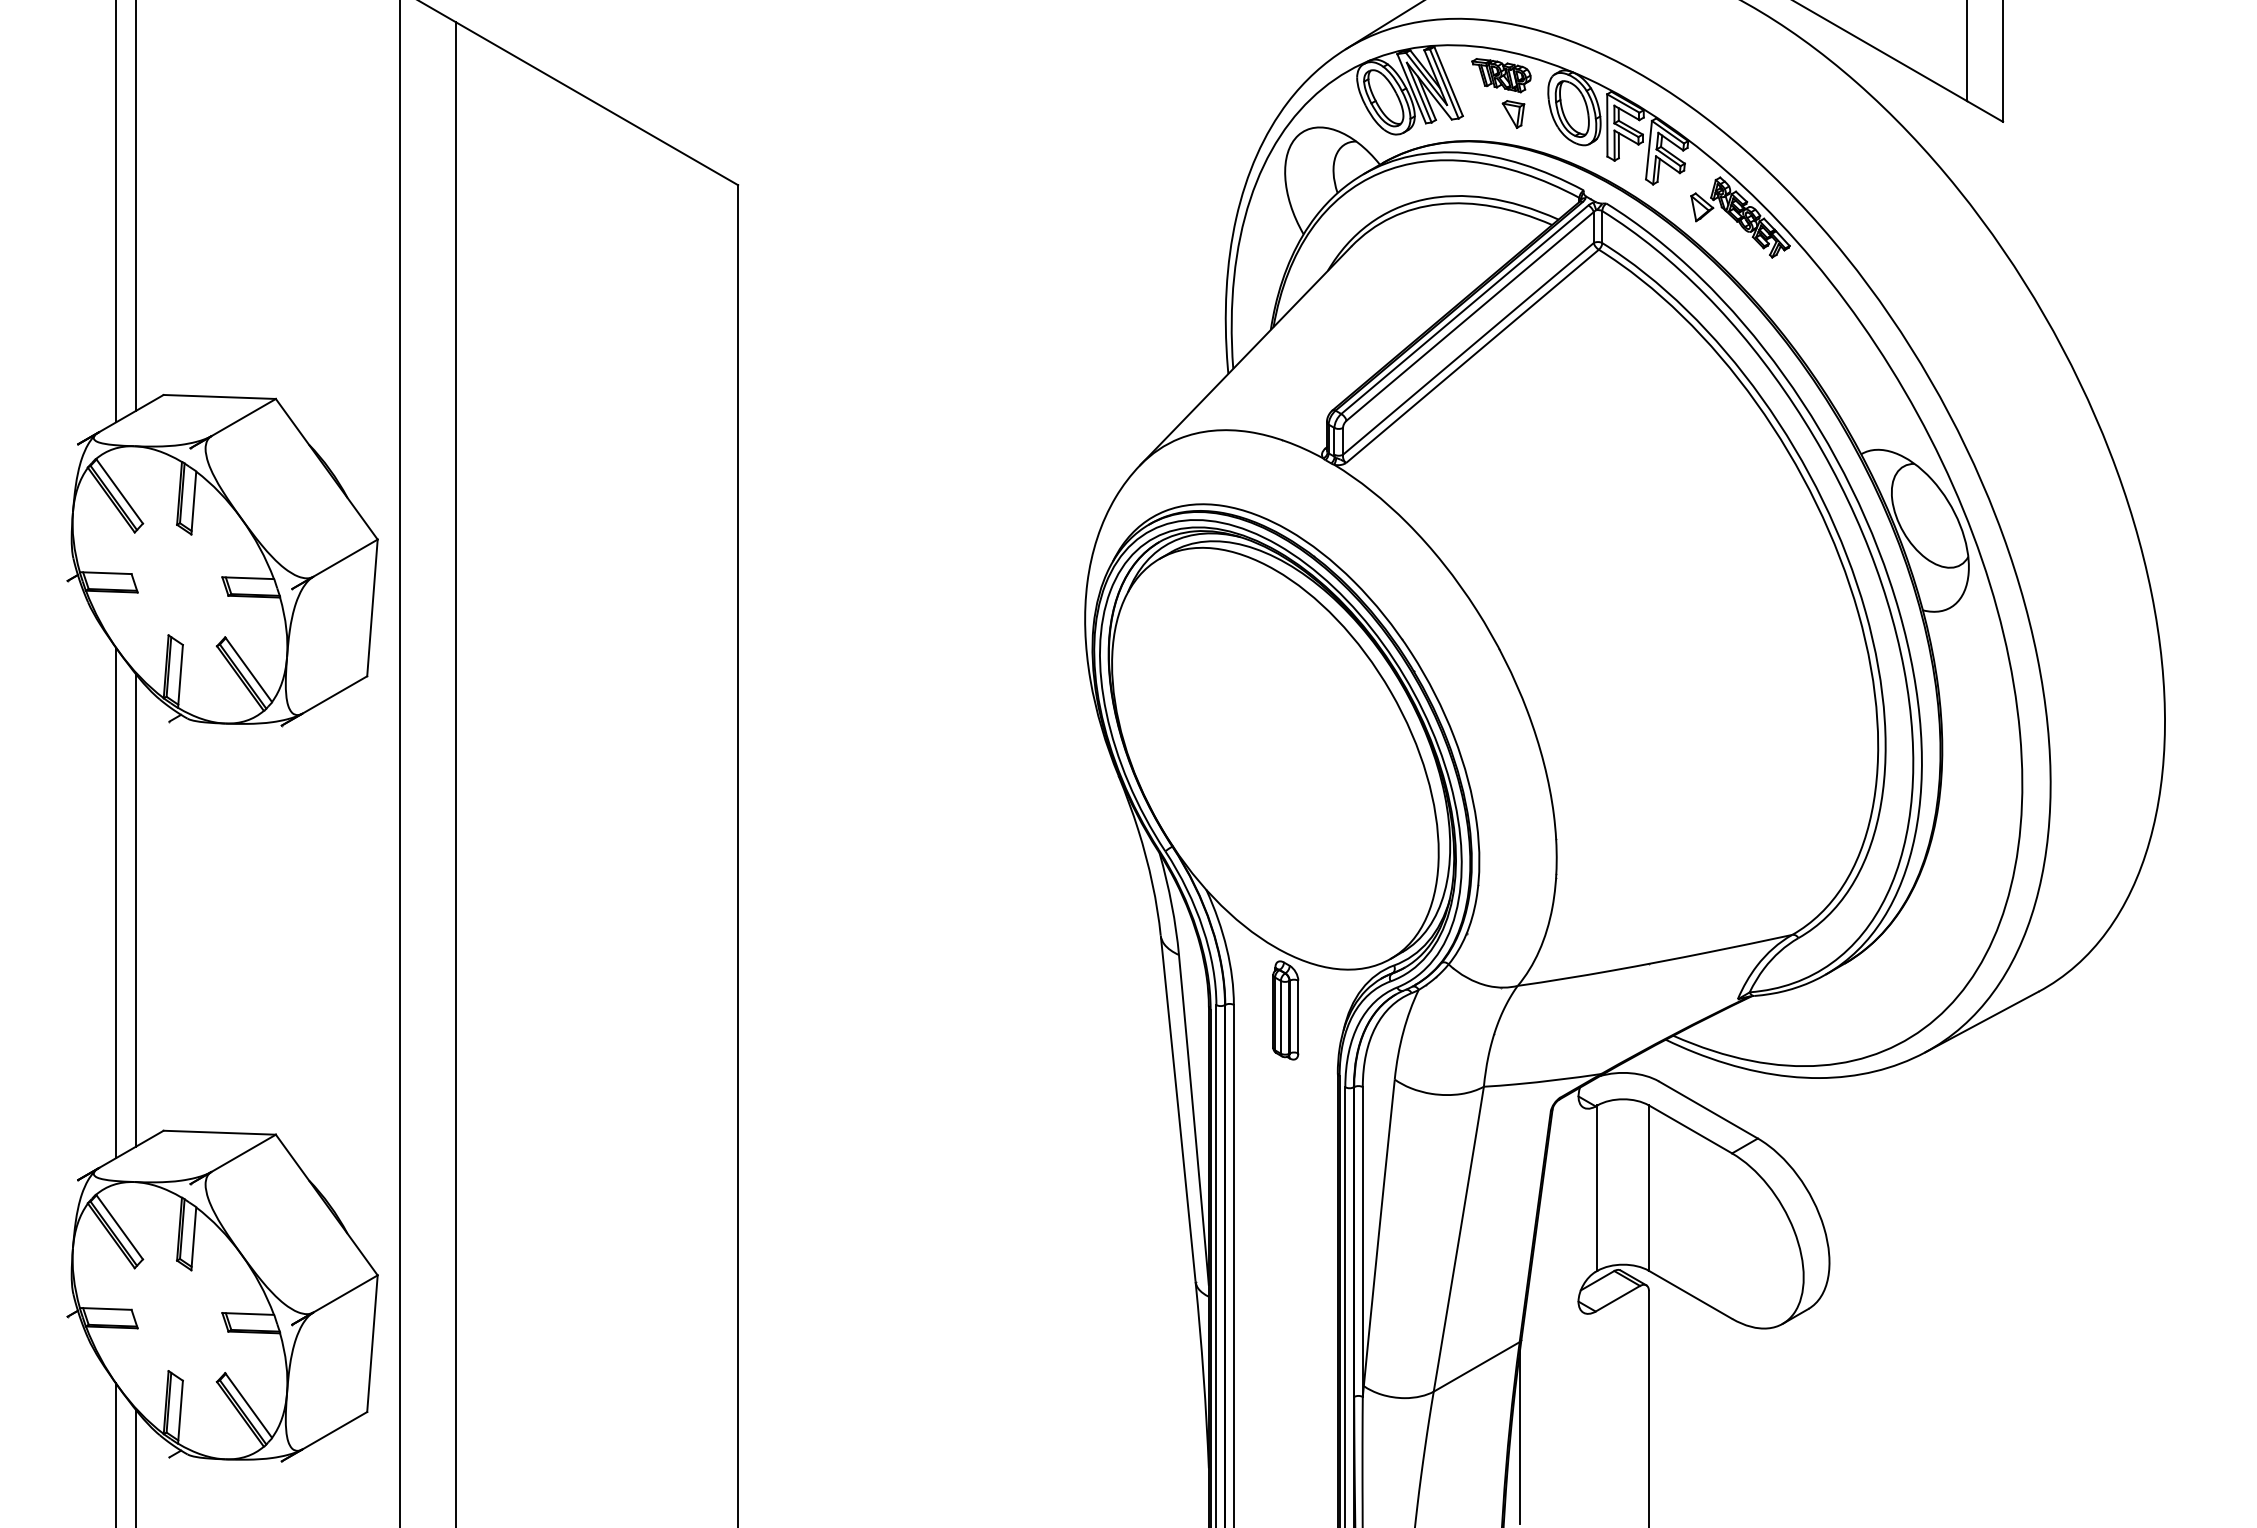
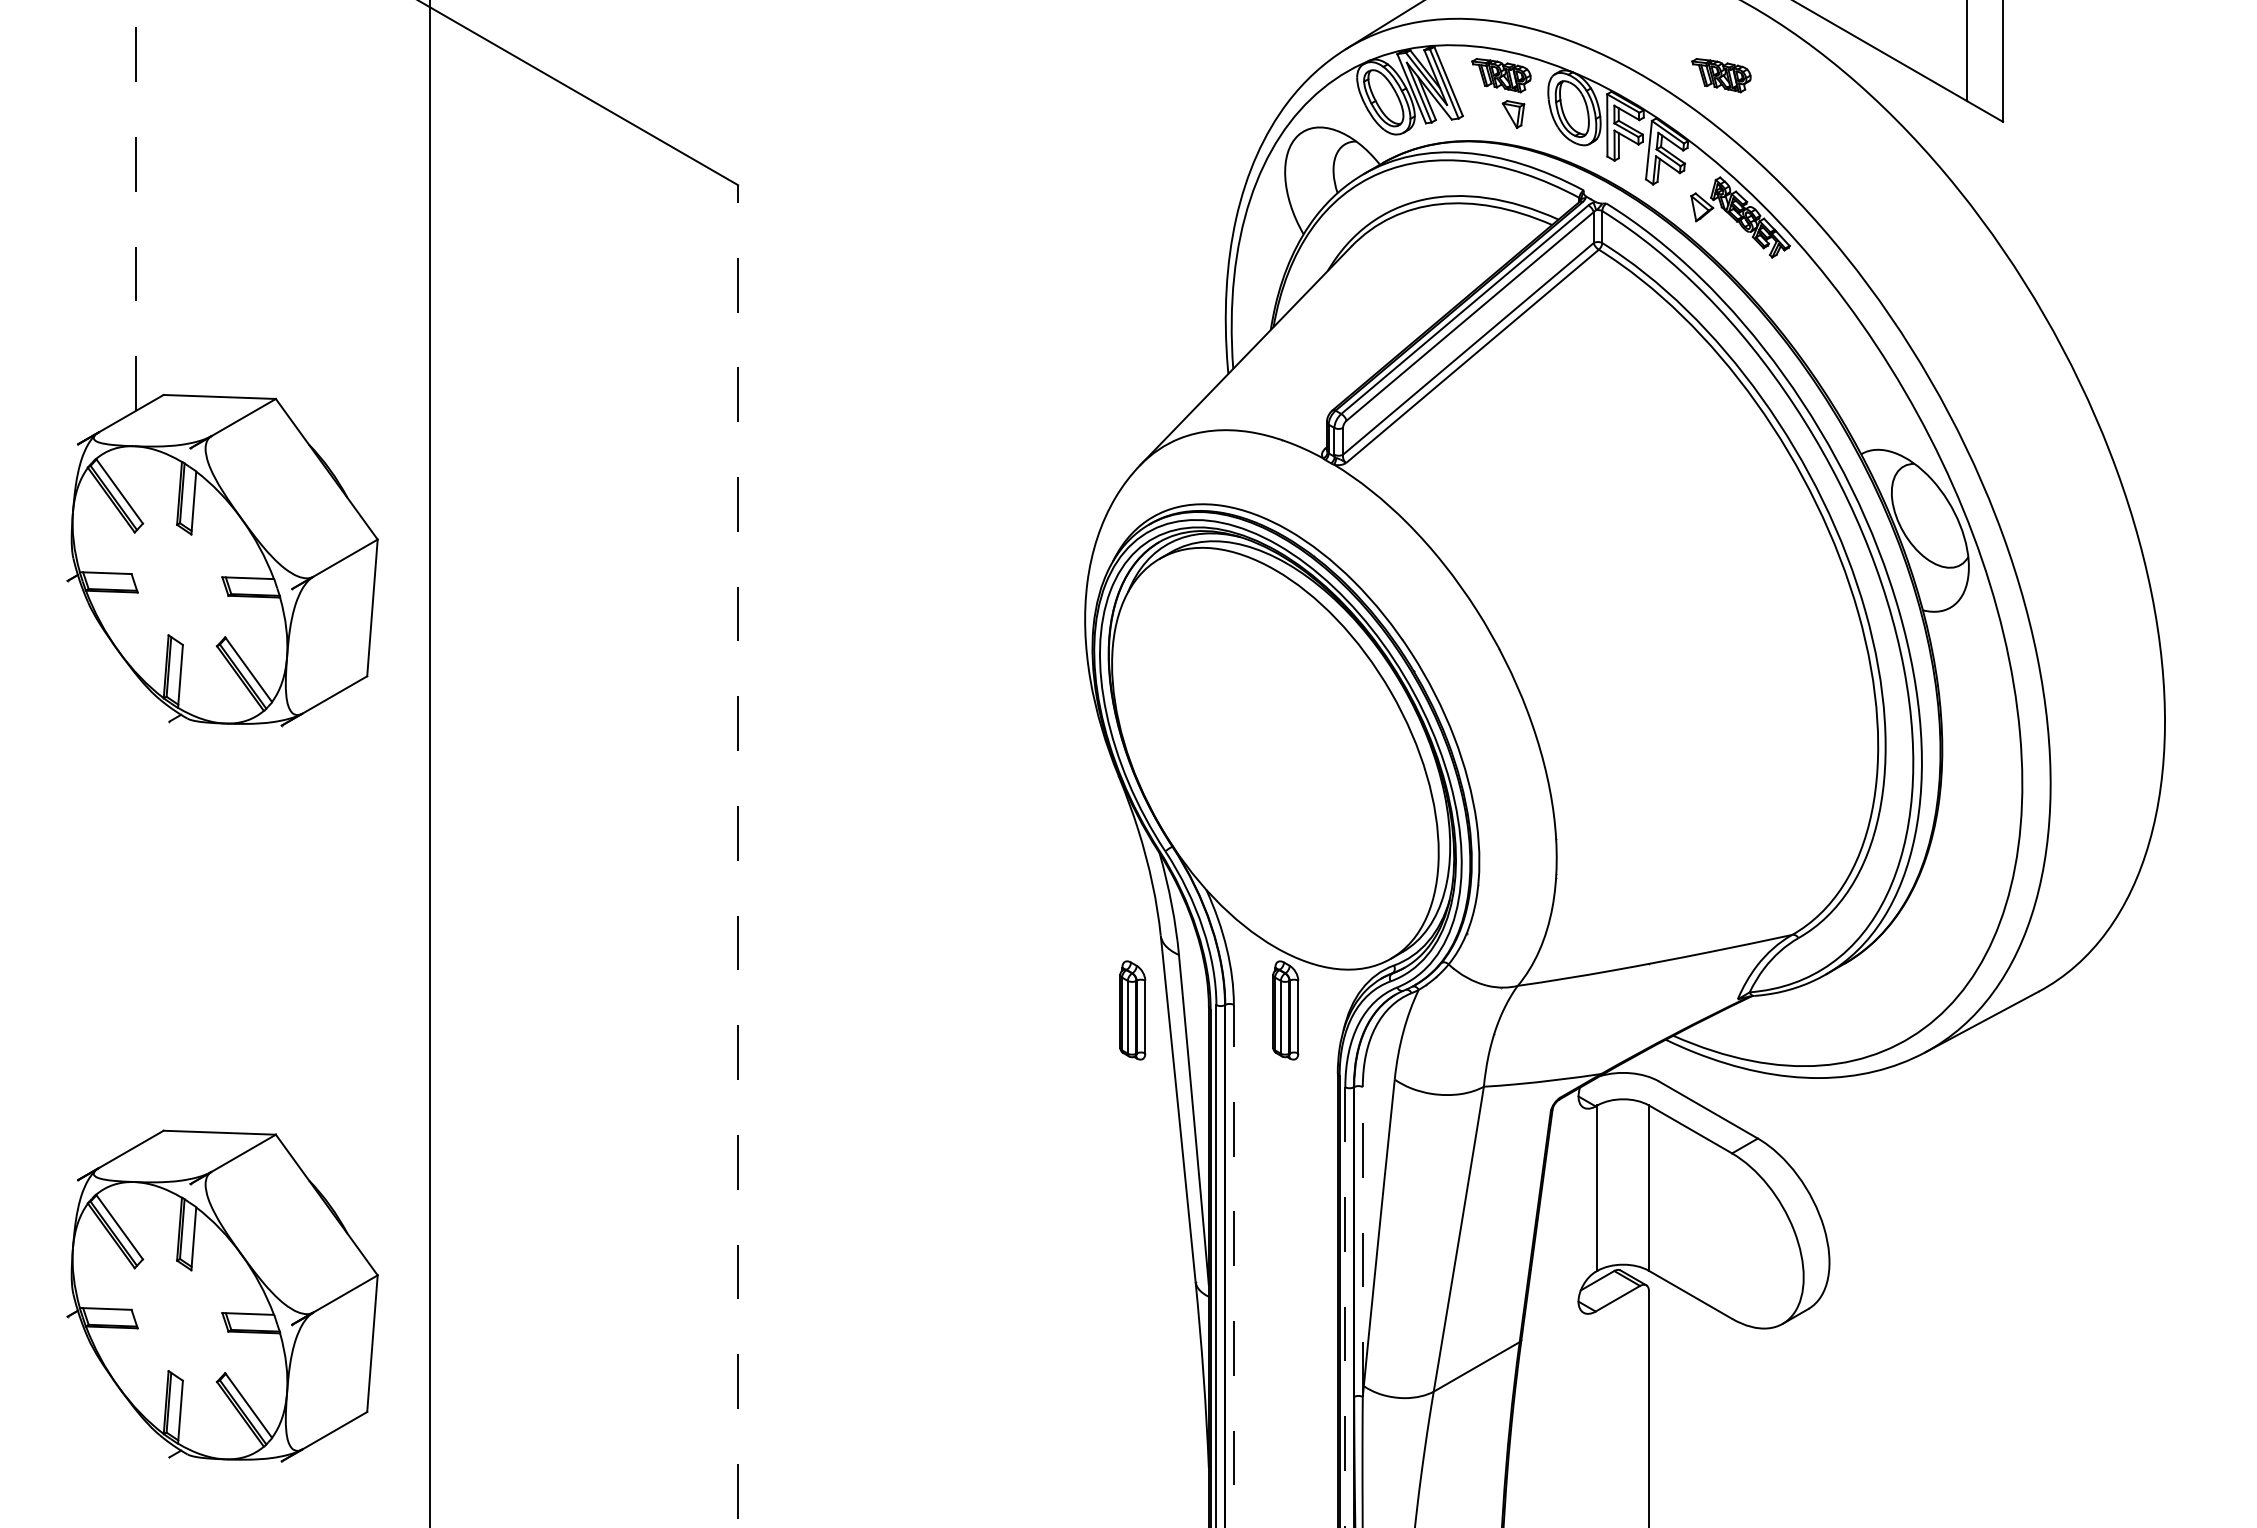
part at (1721, 75): none -> present
line at (135, 205): solid -> dashed
line at (116, 212): present -> none
line at (399, 763) position: (399, 763) -> (429, 763)
line at (456, 773): present -> none
line at (738, 856): solid -> dashed
line at (116, 902): present -> none
line at (135, 909): present -> none
part at (1132, 1010): none -> present
line at (1362, 1242): solid -> dashed
line at (1233, 1265): solid -> dashed
line at (1345, 1307): solid -> dashed
line at (1520, 1436): present -> none
line at (116, 1453): present -> none
line at (135, 1466): present -> none
